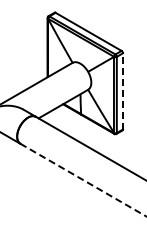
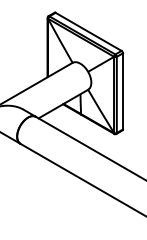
line at (122, 90): dashed -> solid
line at (83, 180): dashed -> solid
